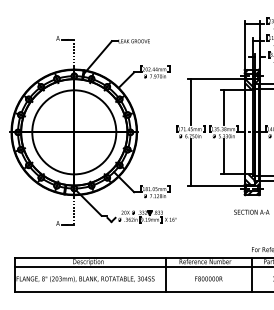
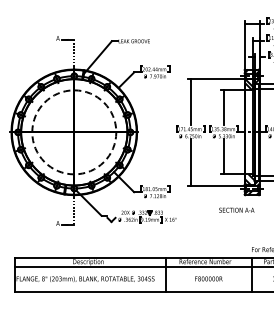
circle at (74, 132): solid -> dashed
text at (251, 211) position: (251, 211) -> (236, 209)
